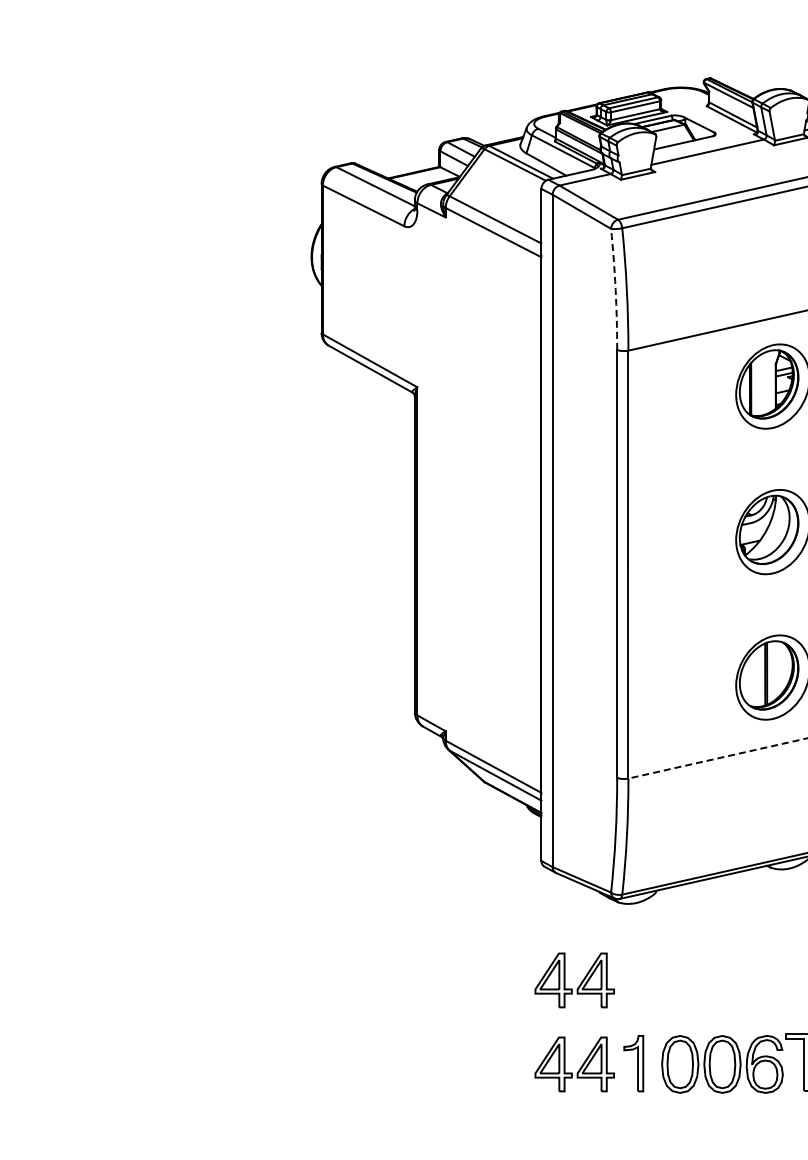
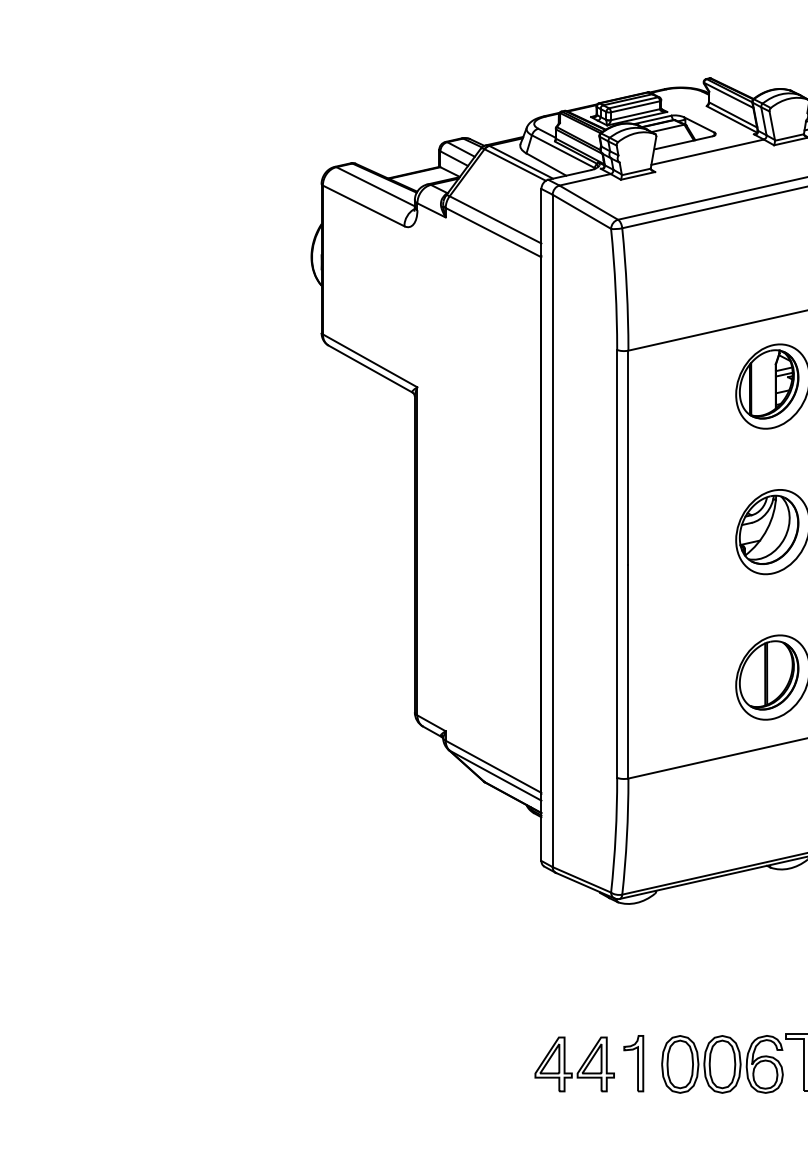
arc at (615, 289): dashed -> solid
line at (717, 758): dashed -> solid
part at (579, 984): present -> none
